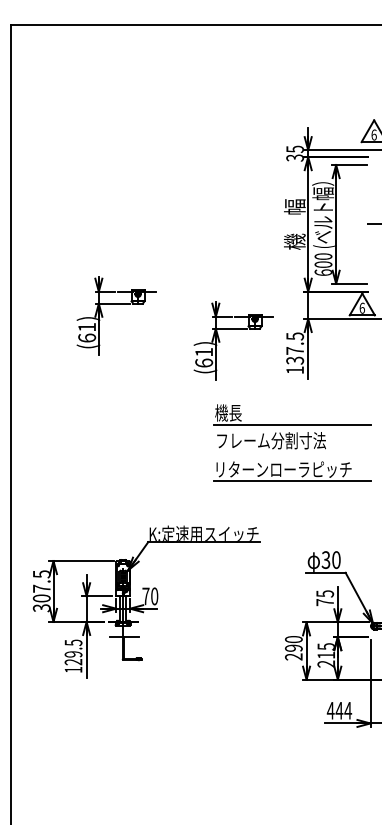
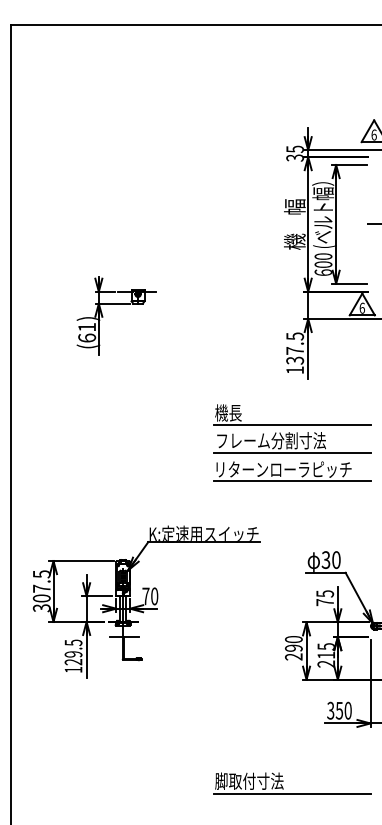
part at (233, 329): present -> none
line at (291, 453): none -> present
text at (339, 710): 444 -> 350
part at (283, 781): none -> present
